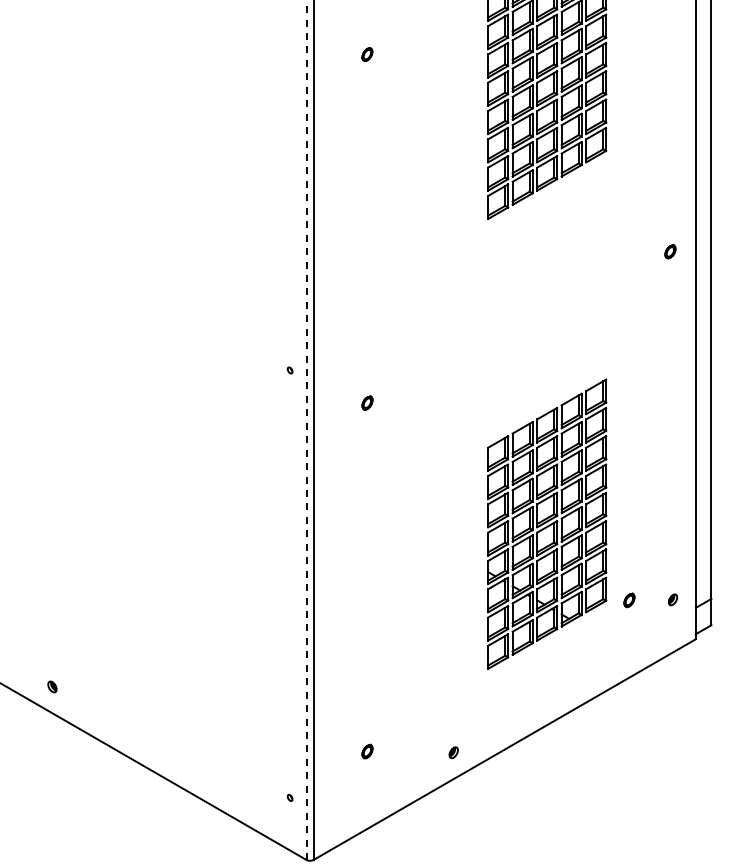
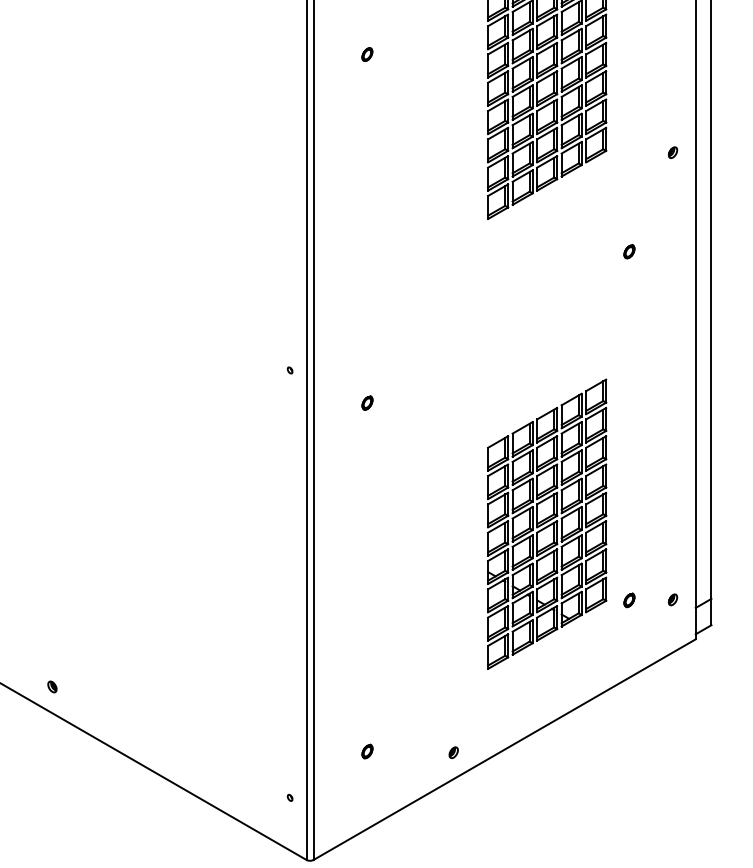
part at (673, 152): none -> present
part at (670, 251) position: (670, 251) -> (629, 251)
line at (306, 430): dashed -> solid
